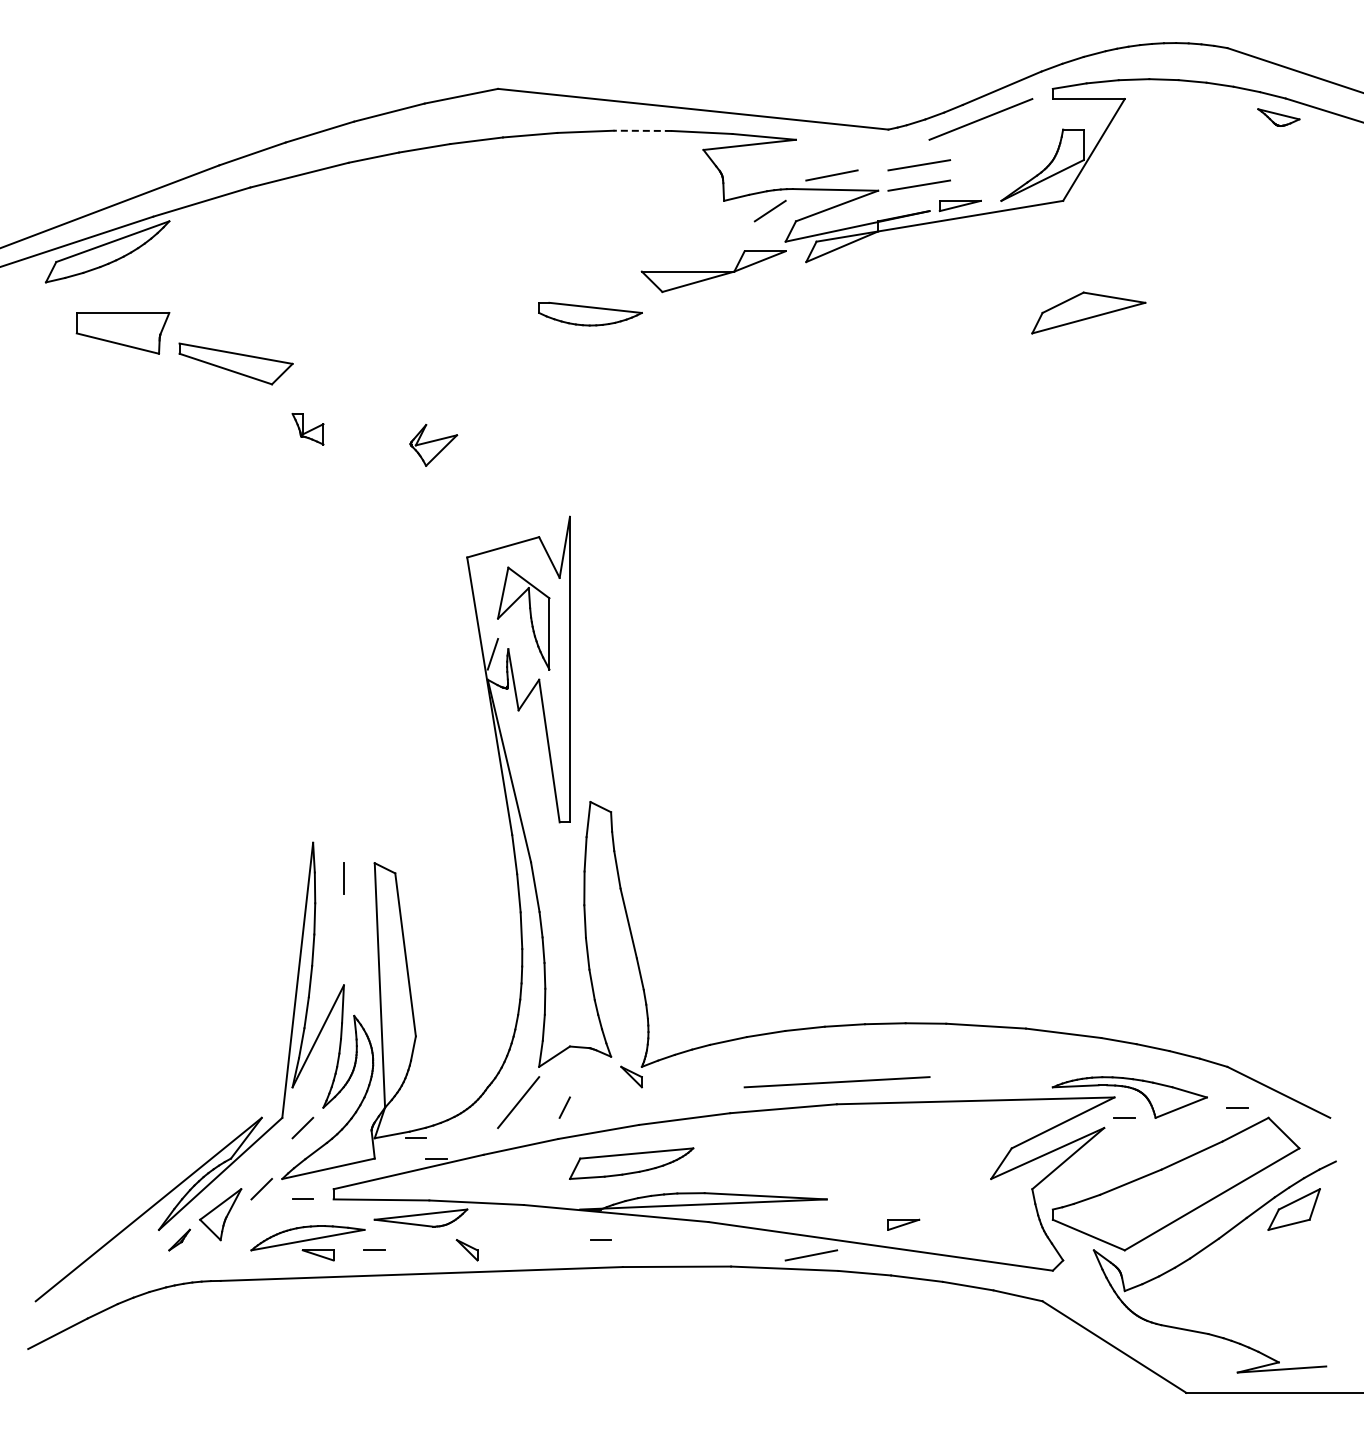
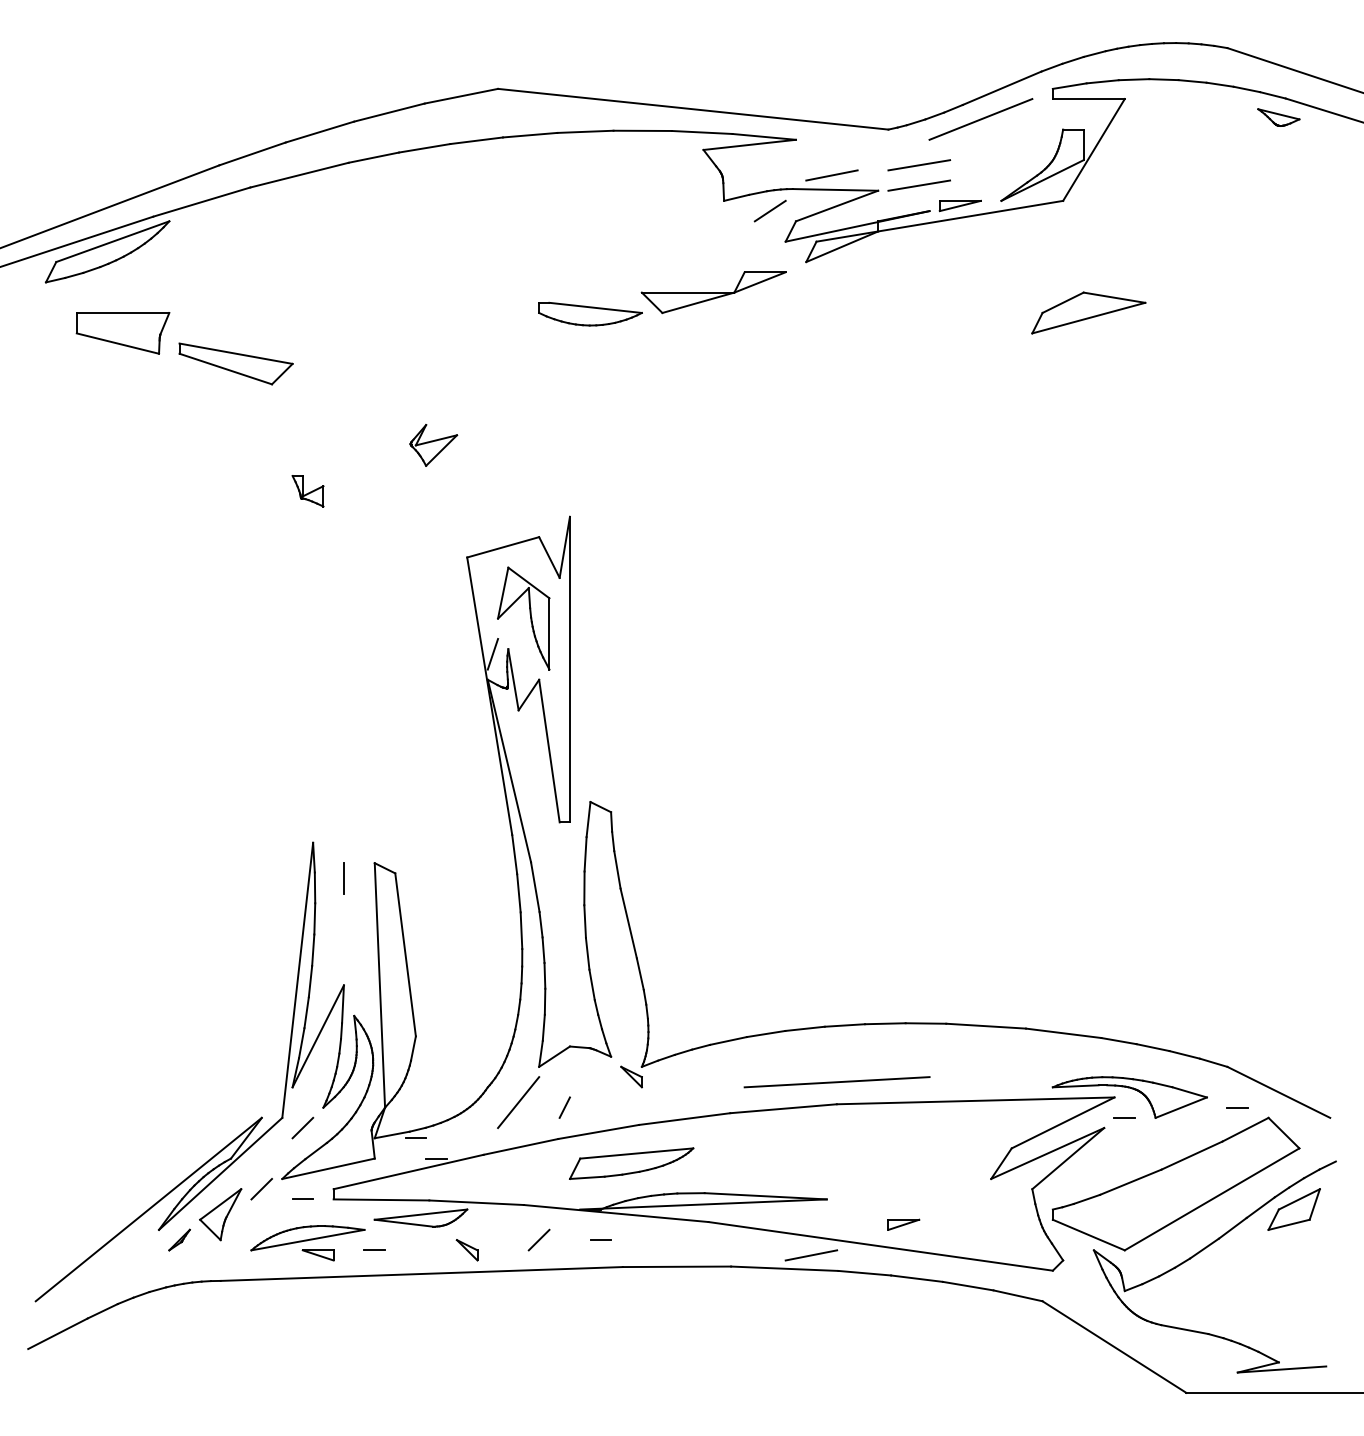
line at (642, 130): dashed -> solid
part at (713, 271) position: (713, 271) -> (713, 292)
part at (307, 429) position: (307, 429) -> (307, 491)
line at (538, 1239): none -> present
